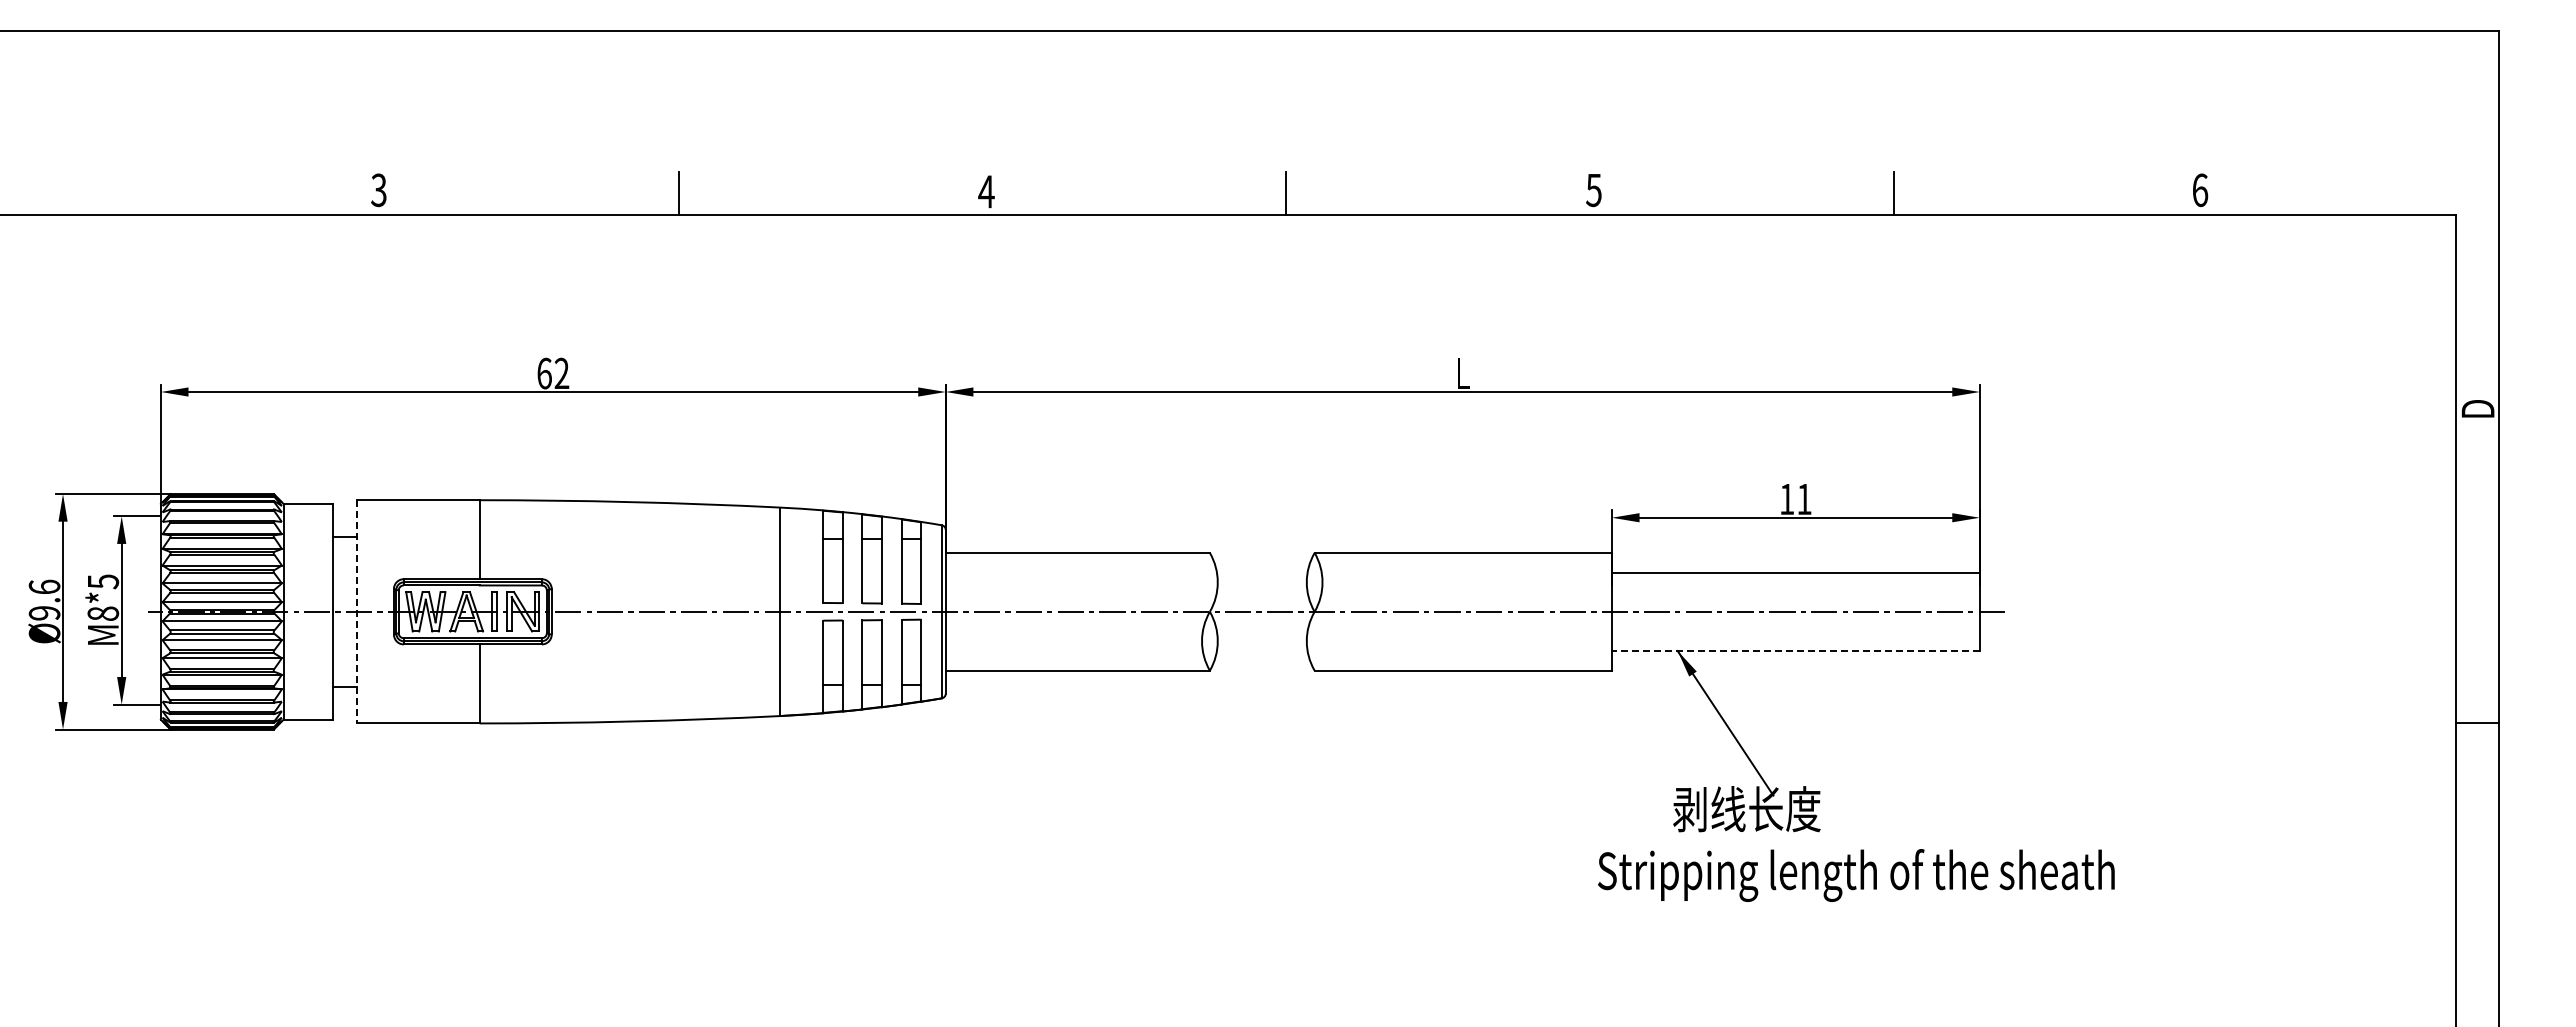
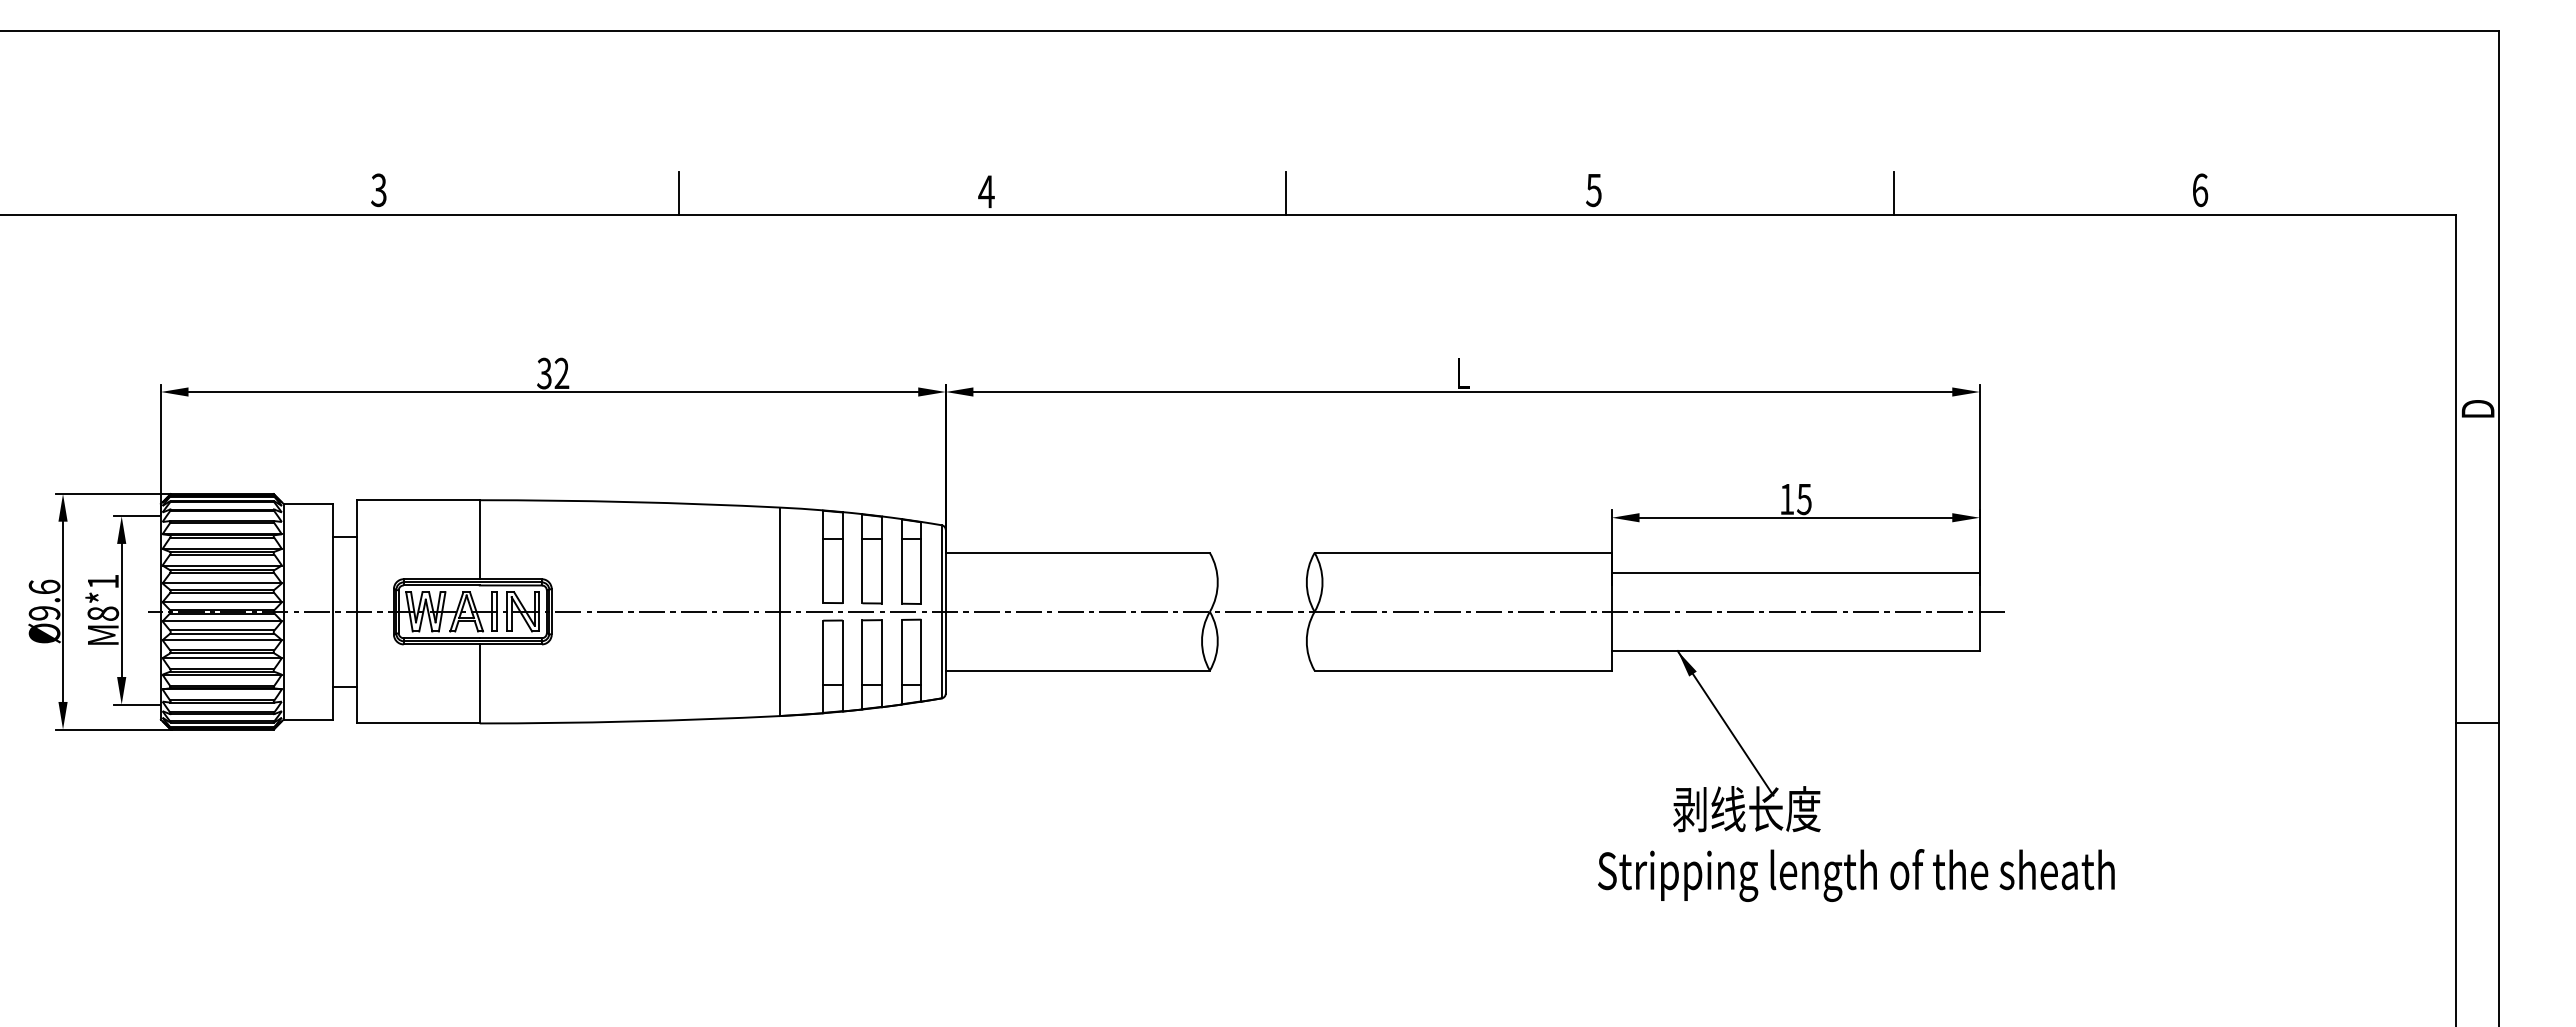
text at (544, 373): 62 -> 32
text at (1804, 499): 11 -> 15
text at (103, 581): M8*5 -> M8*1
line at (357, 611): dashed -> solid
line at (1795, 651): dashed -> solid
